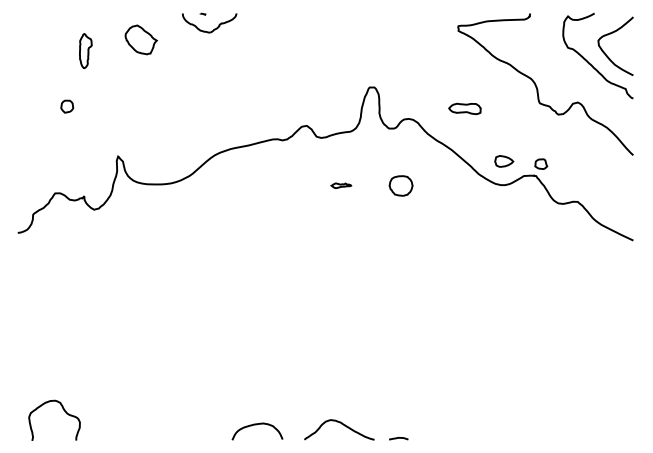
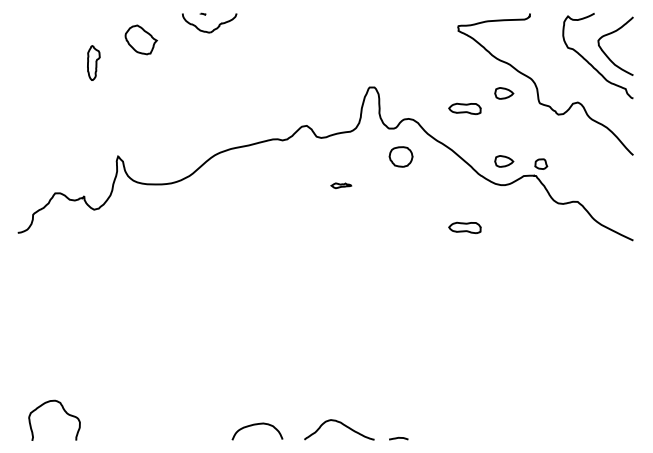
part at (85, 50) position: (85, 50) -> (93, 62)
part at (504, 93): none -> present
part at (67, 106): present -> none
part at (400, 185) position: (400, 185) -> (400, 156)
part at (464, 227): none -> present
